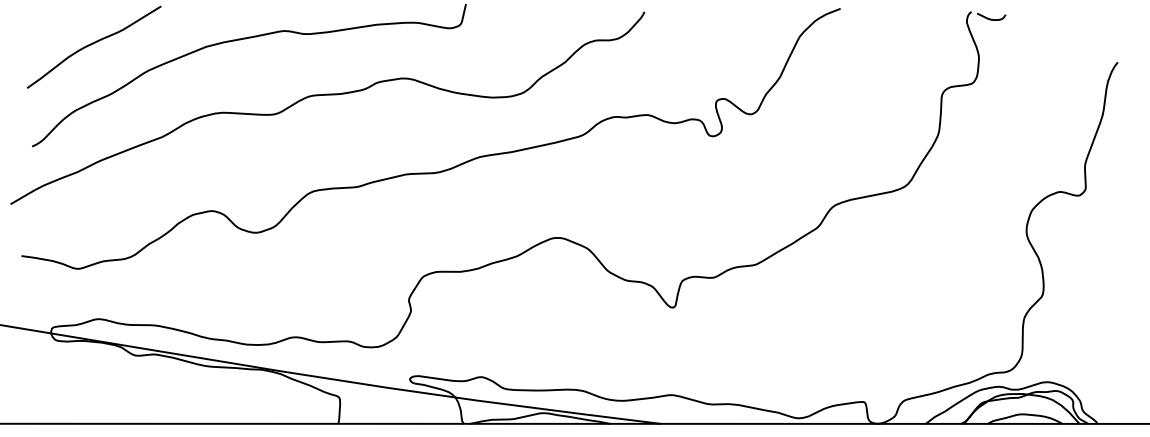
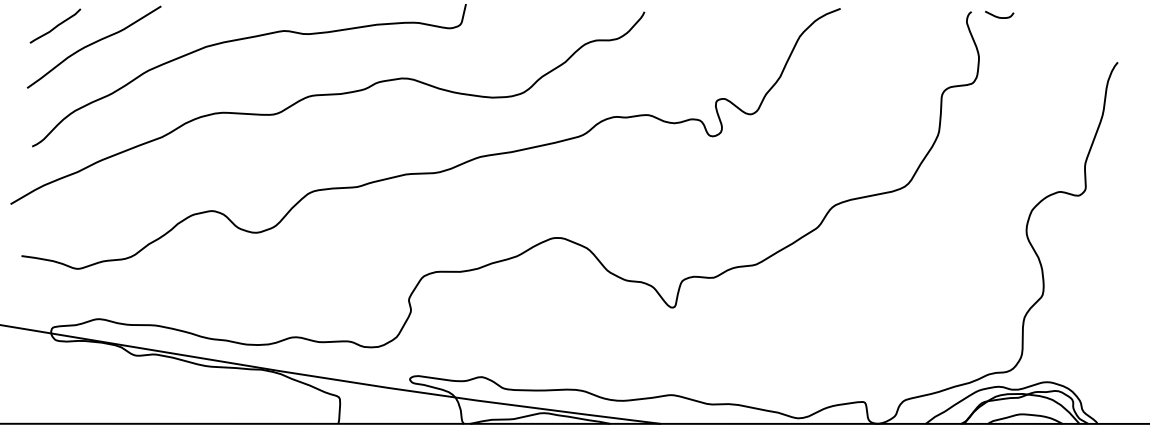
curve at (991, 18) position: (991, 18) -> (999, 16)
curve at (56, 25): none -> present
